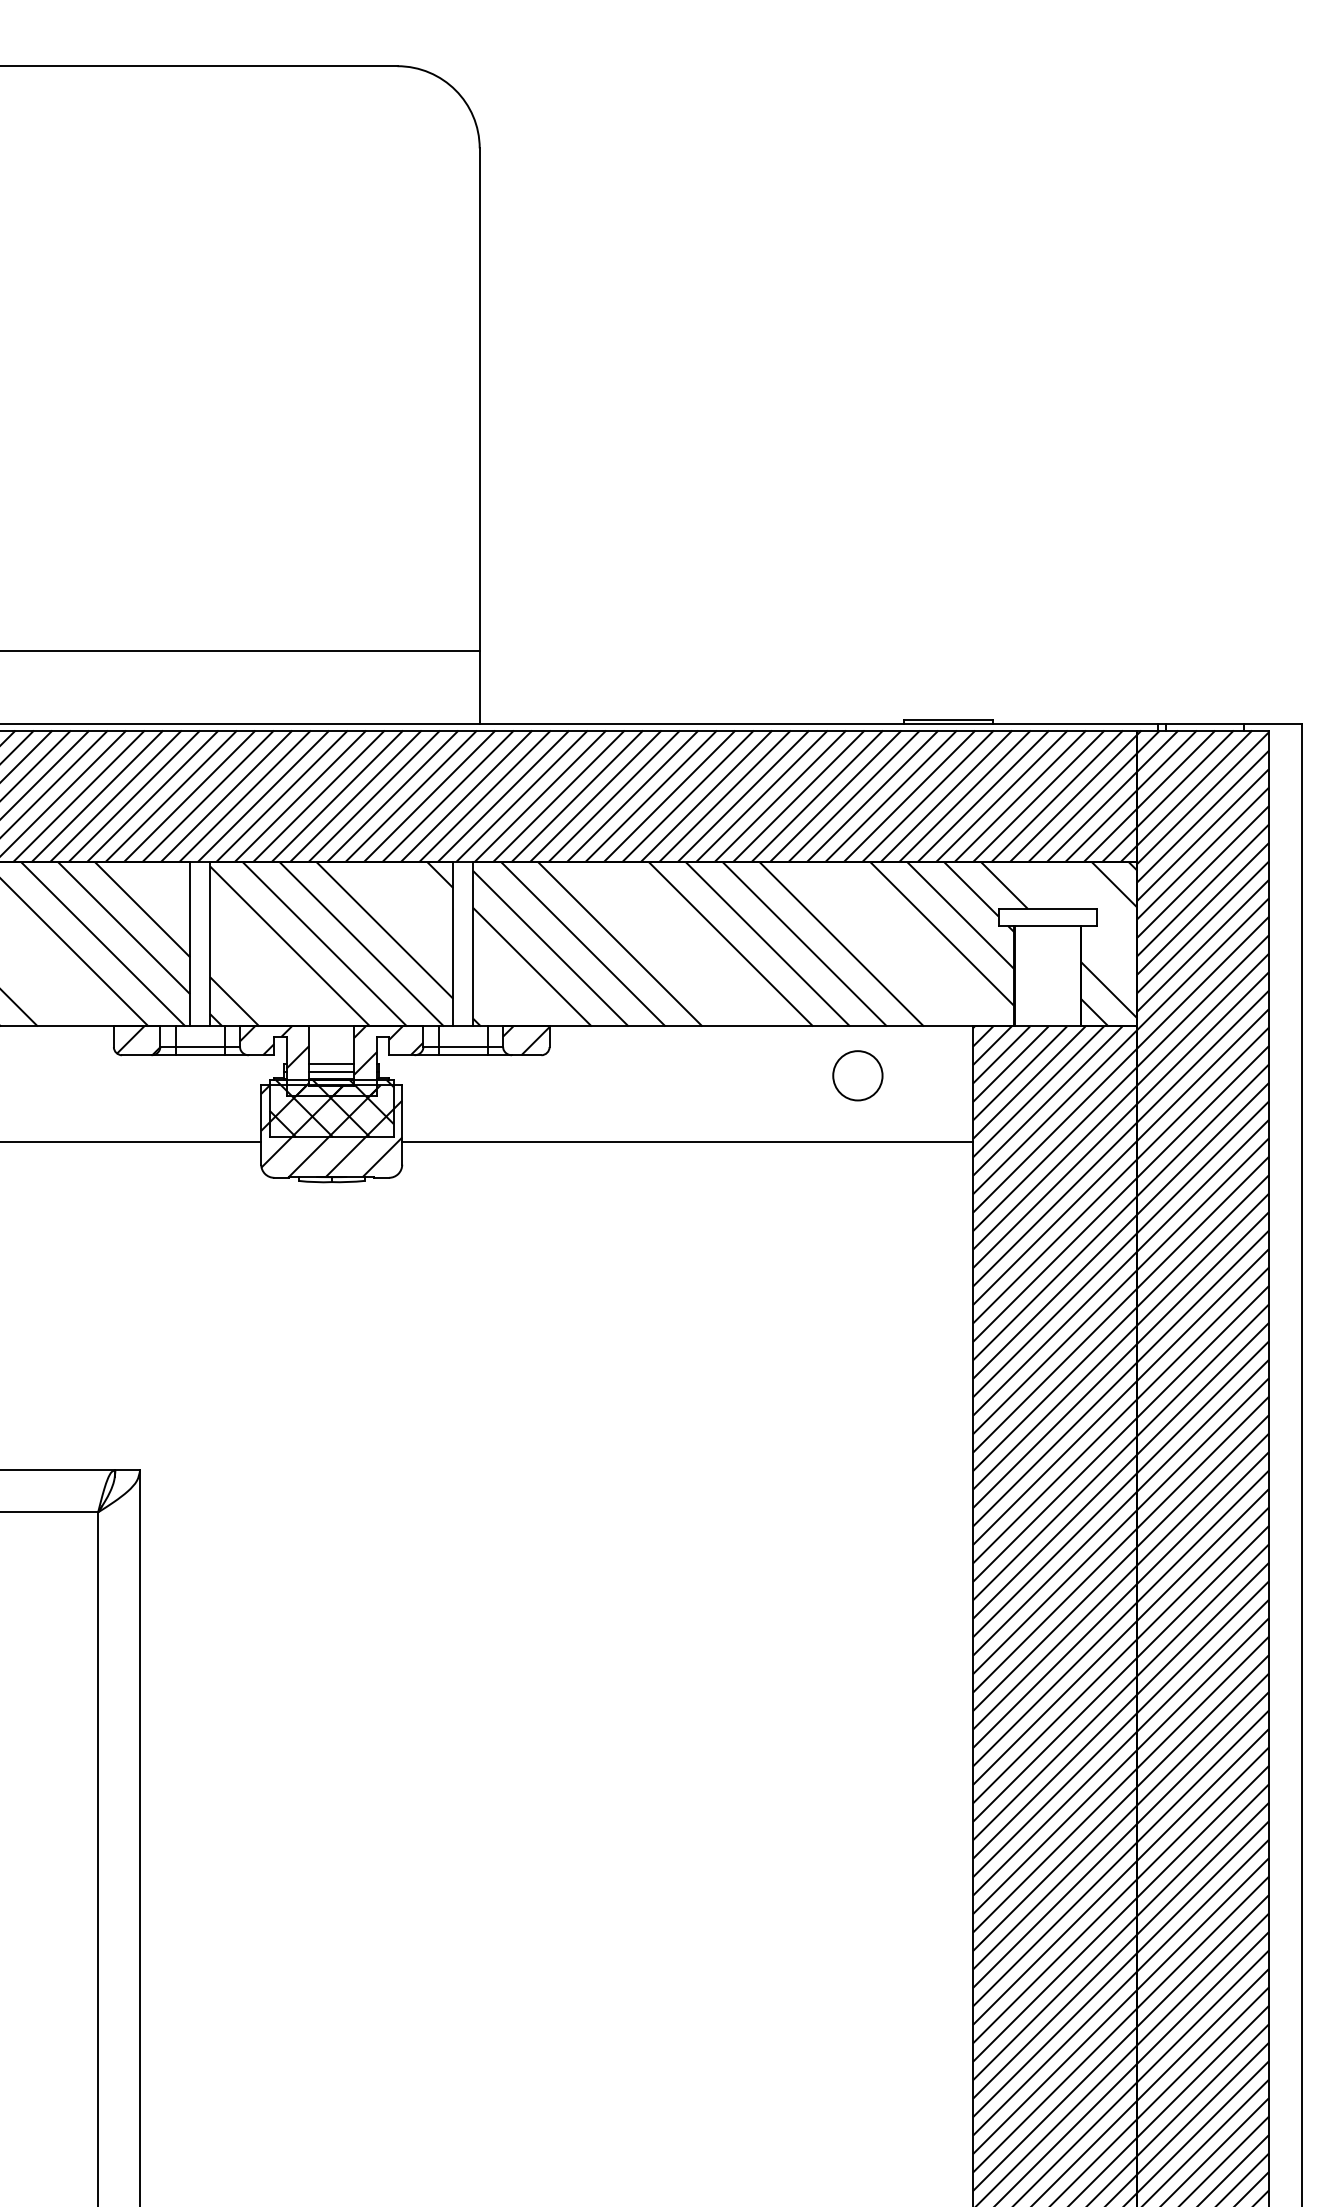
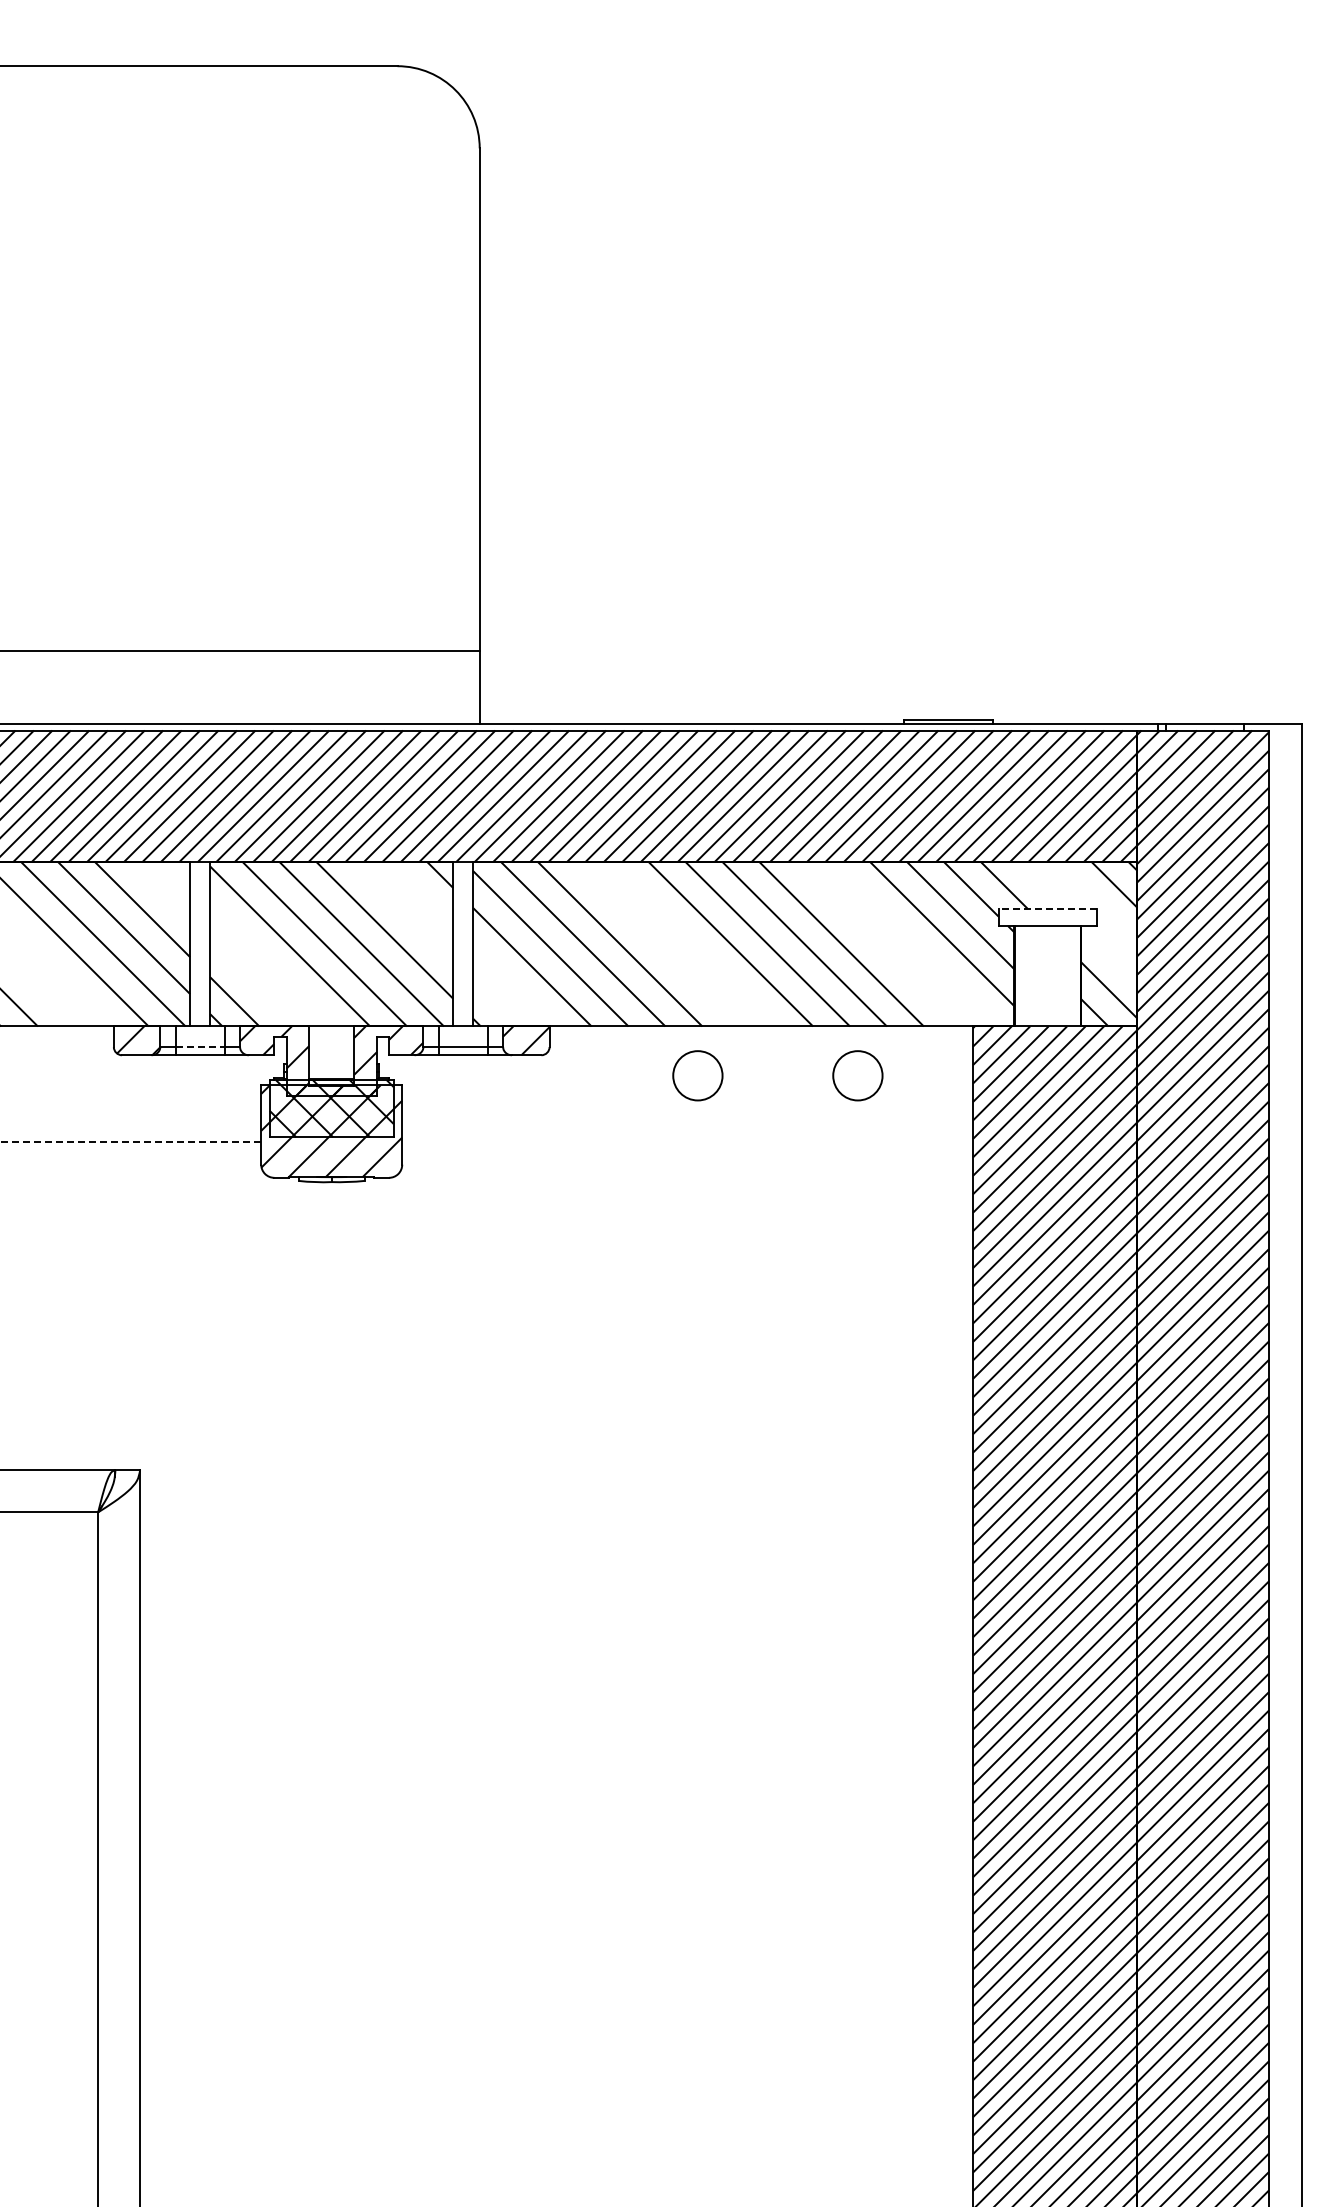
line at (1047, 908): solid -> dashed
line at (200, 1047): solid -> dashed
line at (331, 1063): present -> none
line at (331, 1071): present -> none
circle at (697, 1075): none -> present
line at (130, 1141): solid -> dashed
line at (687, 1141): present -> none
